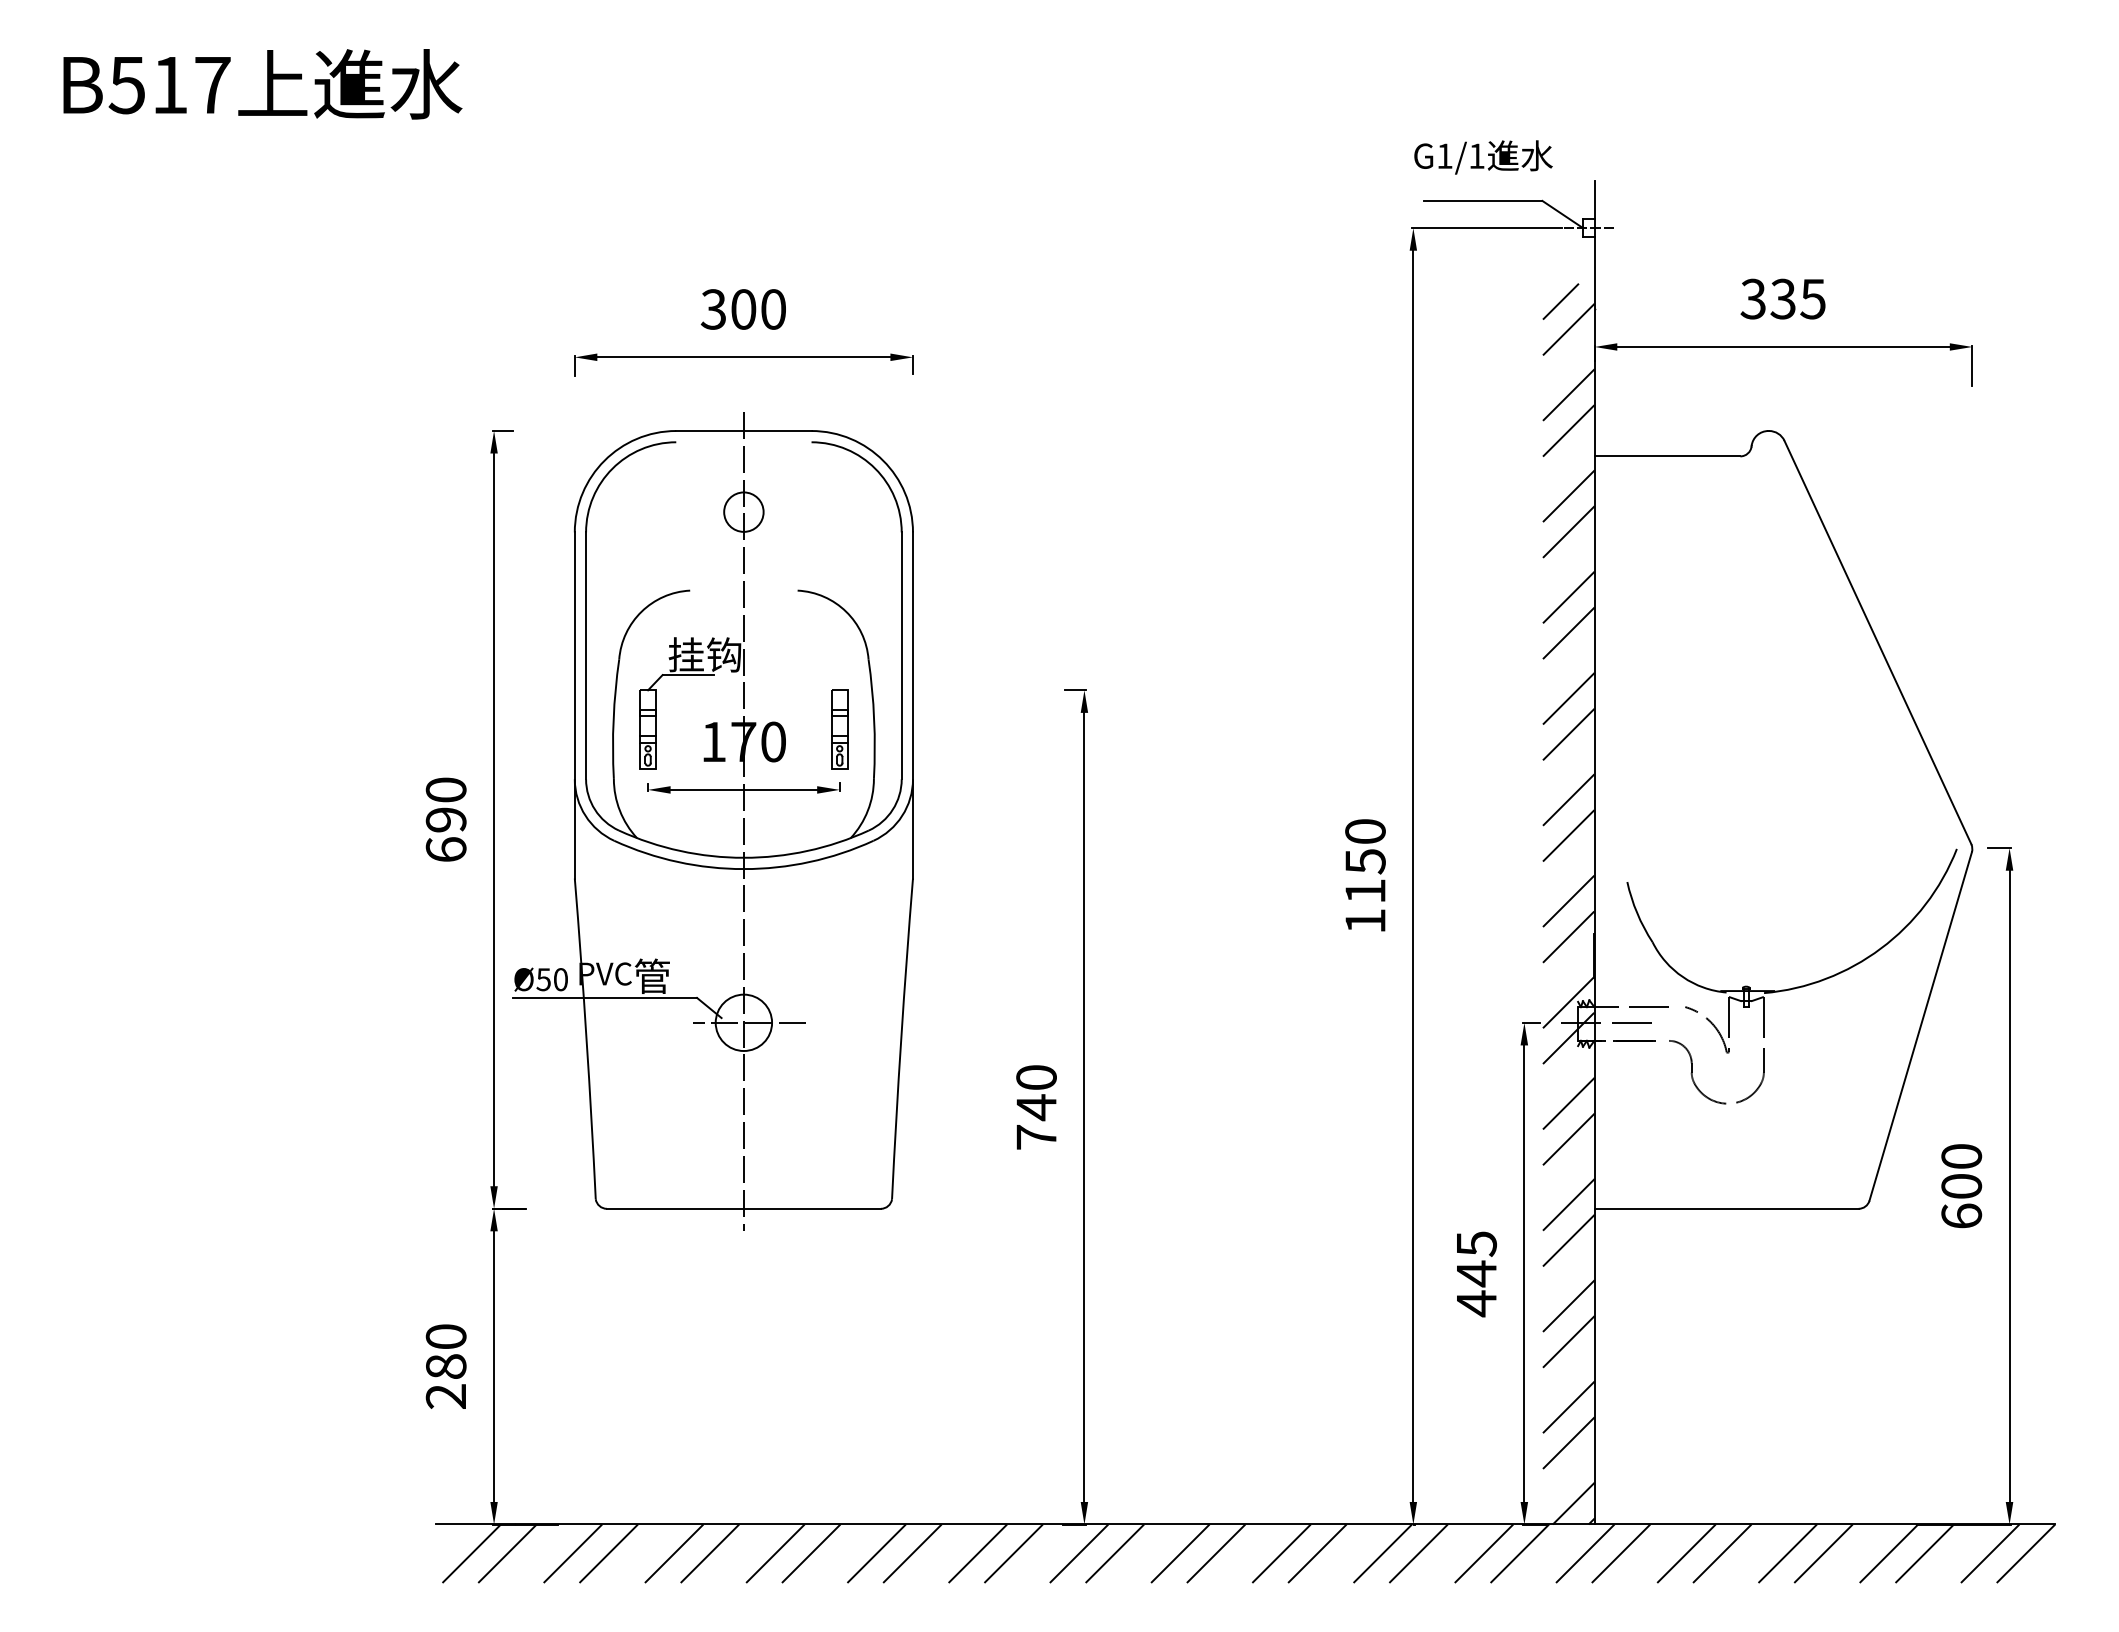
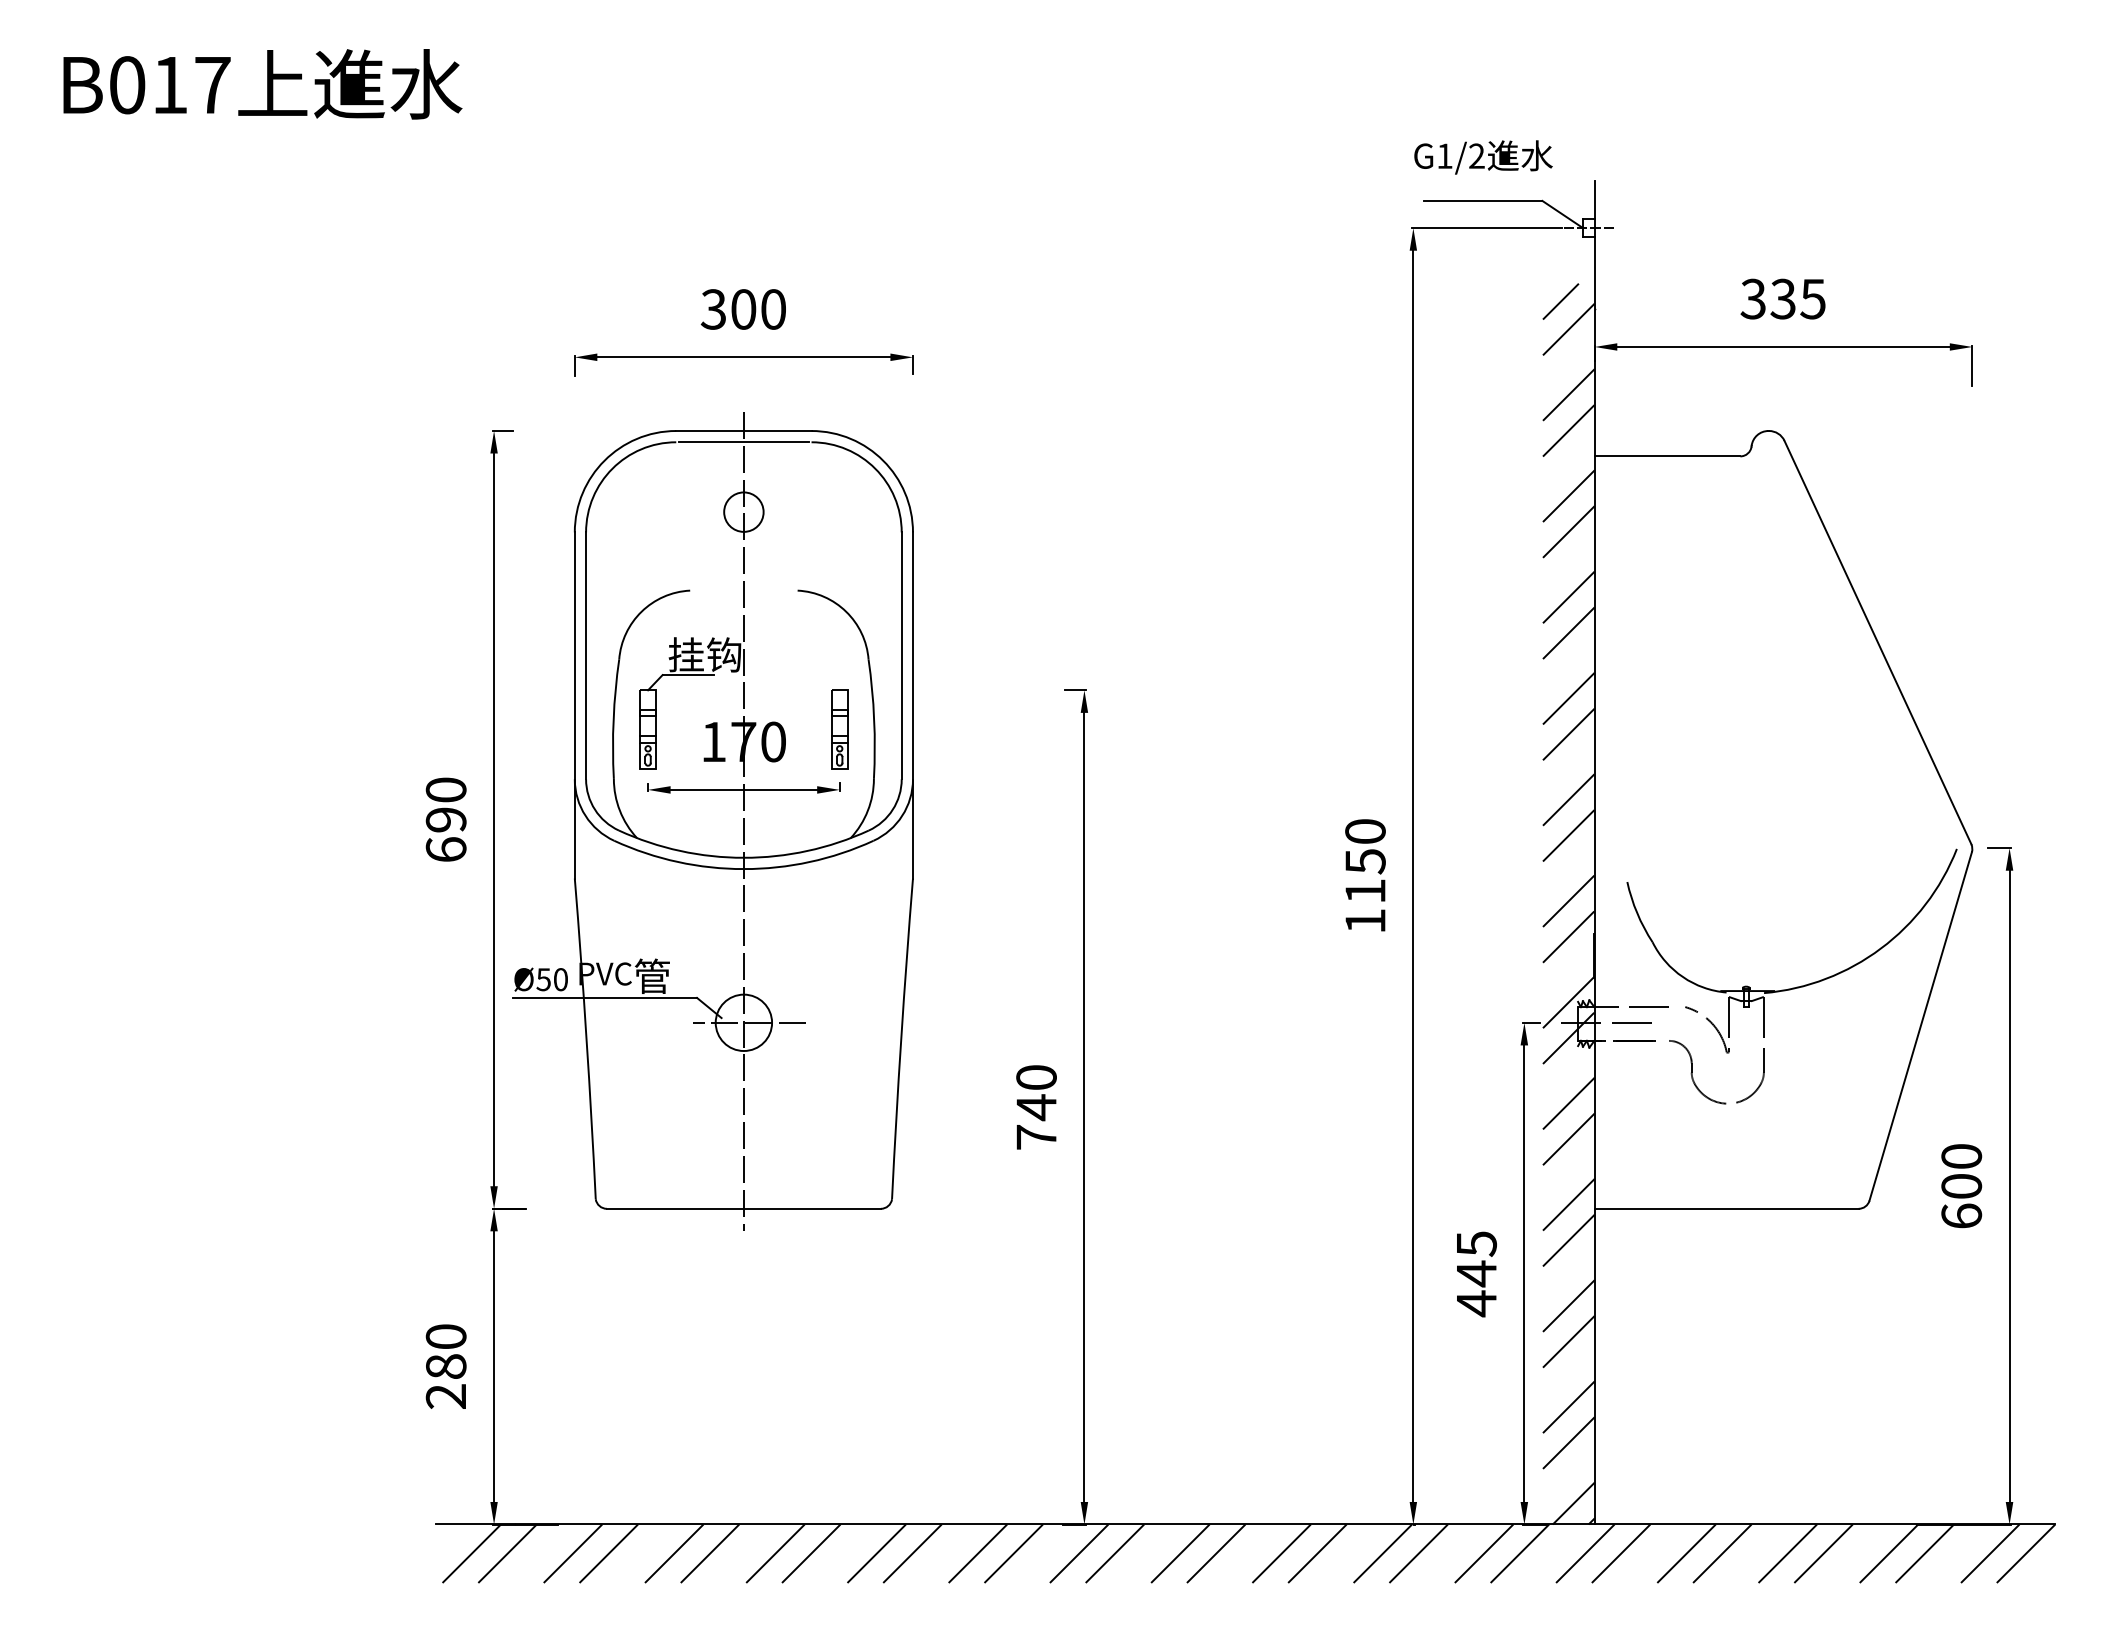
text at (126, 85): B517 -> B017
text at (1476, 155): G1/1 -> G1/2
line at (743, 442): none -> present
